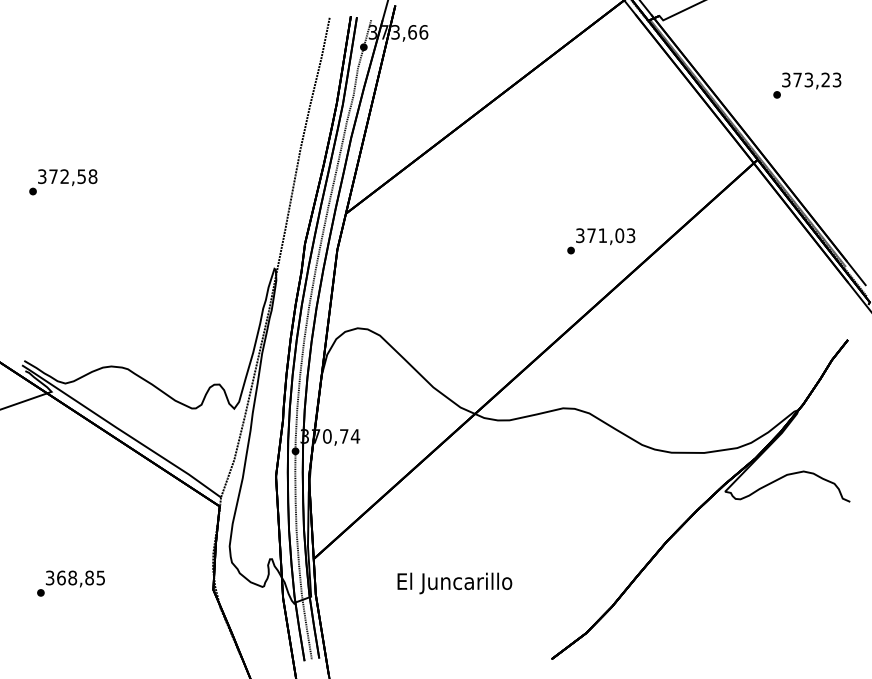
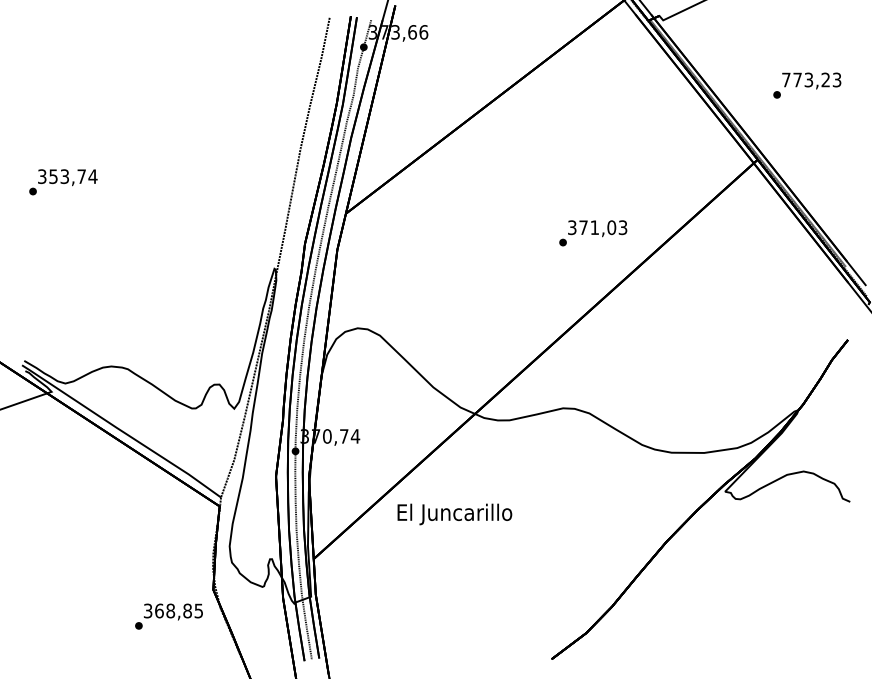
text at (786, 79): 373,23 -> 773,23
text at (73, 176): 372,58 -> 353,74
text at (601, 241) position: (601, 241) -> (593, 233)
text at (70, 583) position: (70, 583) -> (168, 616)
text at (454, 583) position: (454, 583) -> (454, 514)
